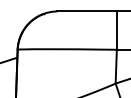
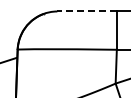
line at (87, 11): solid -> dashed
